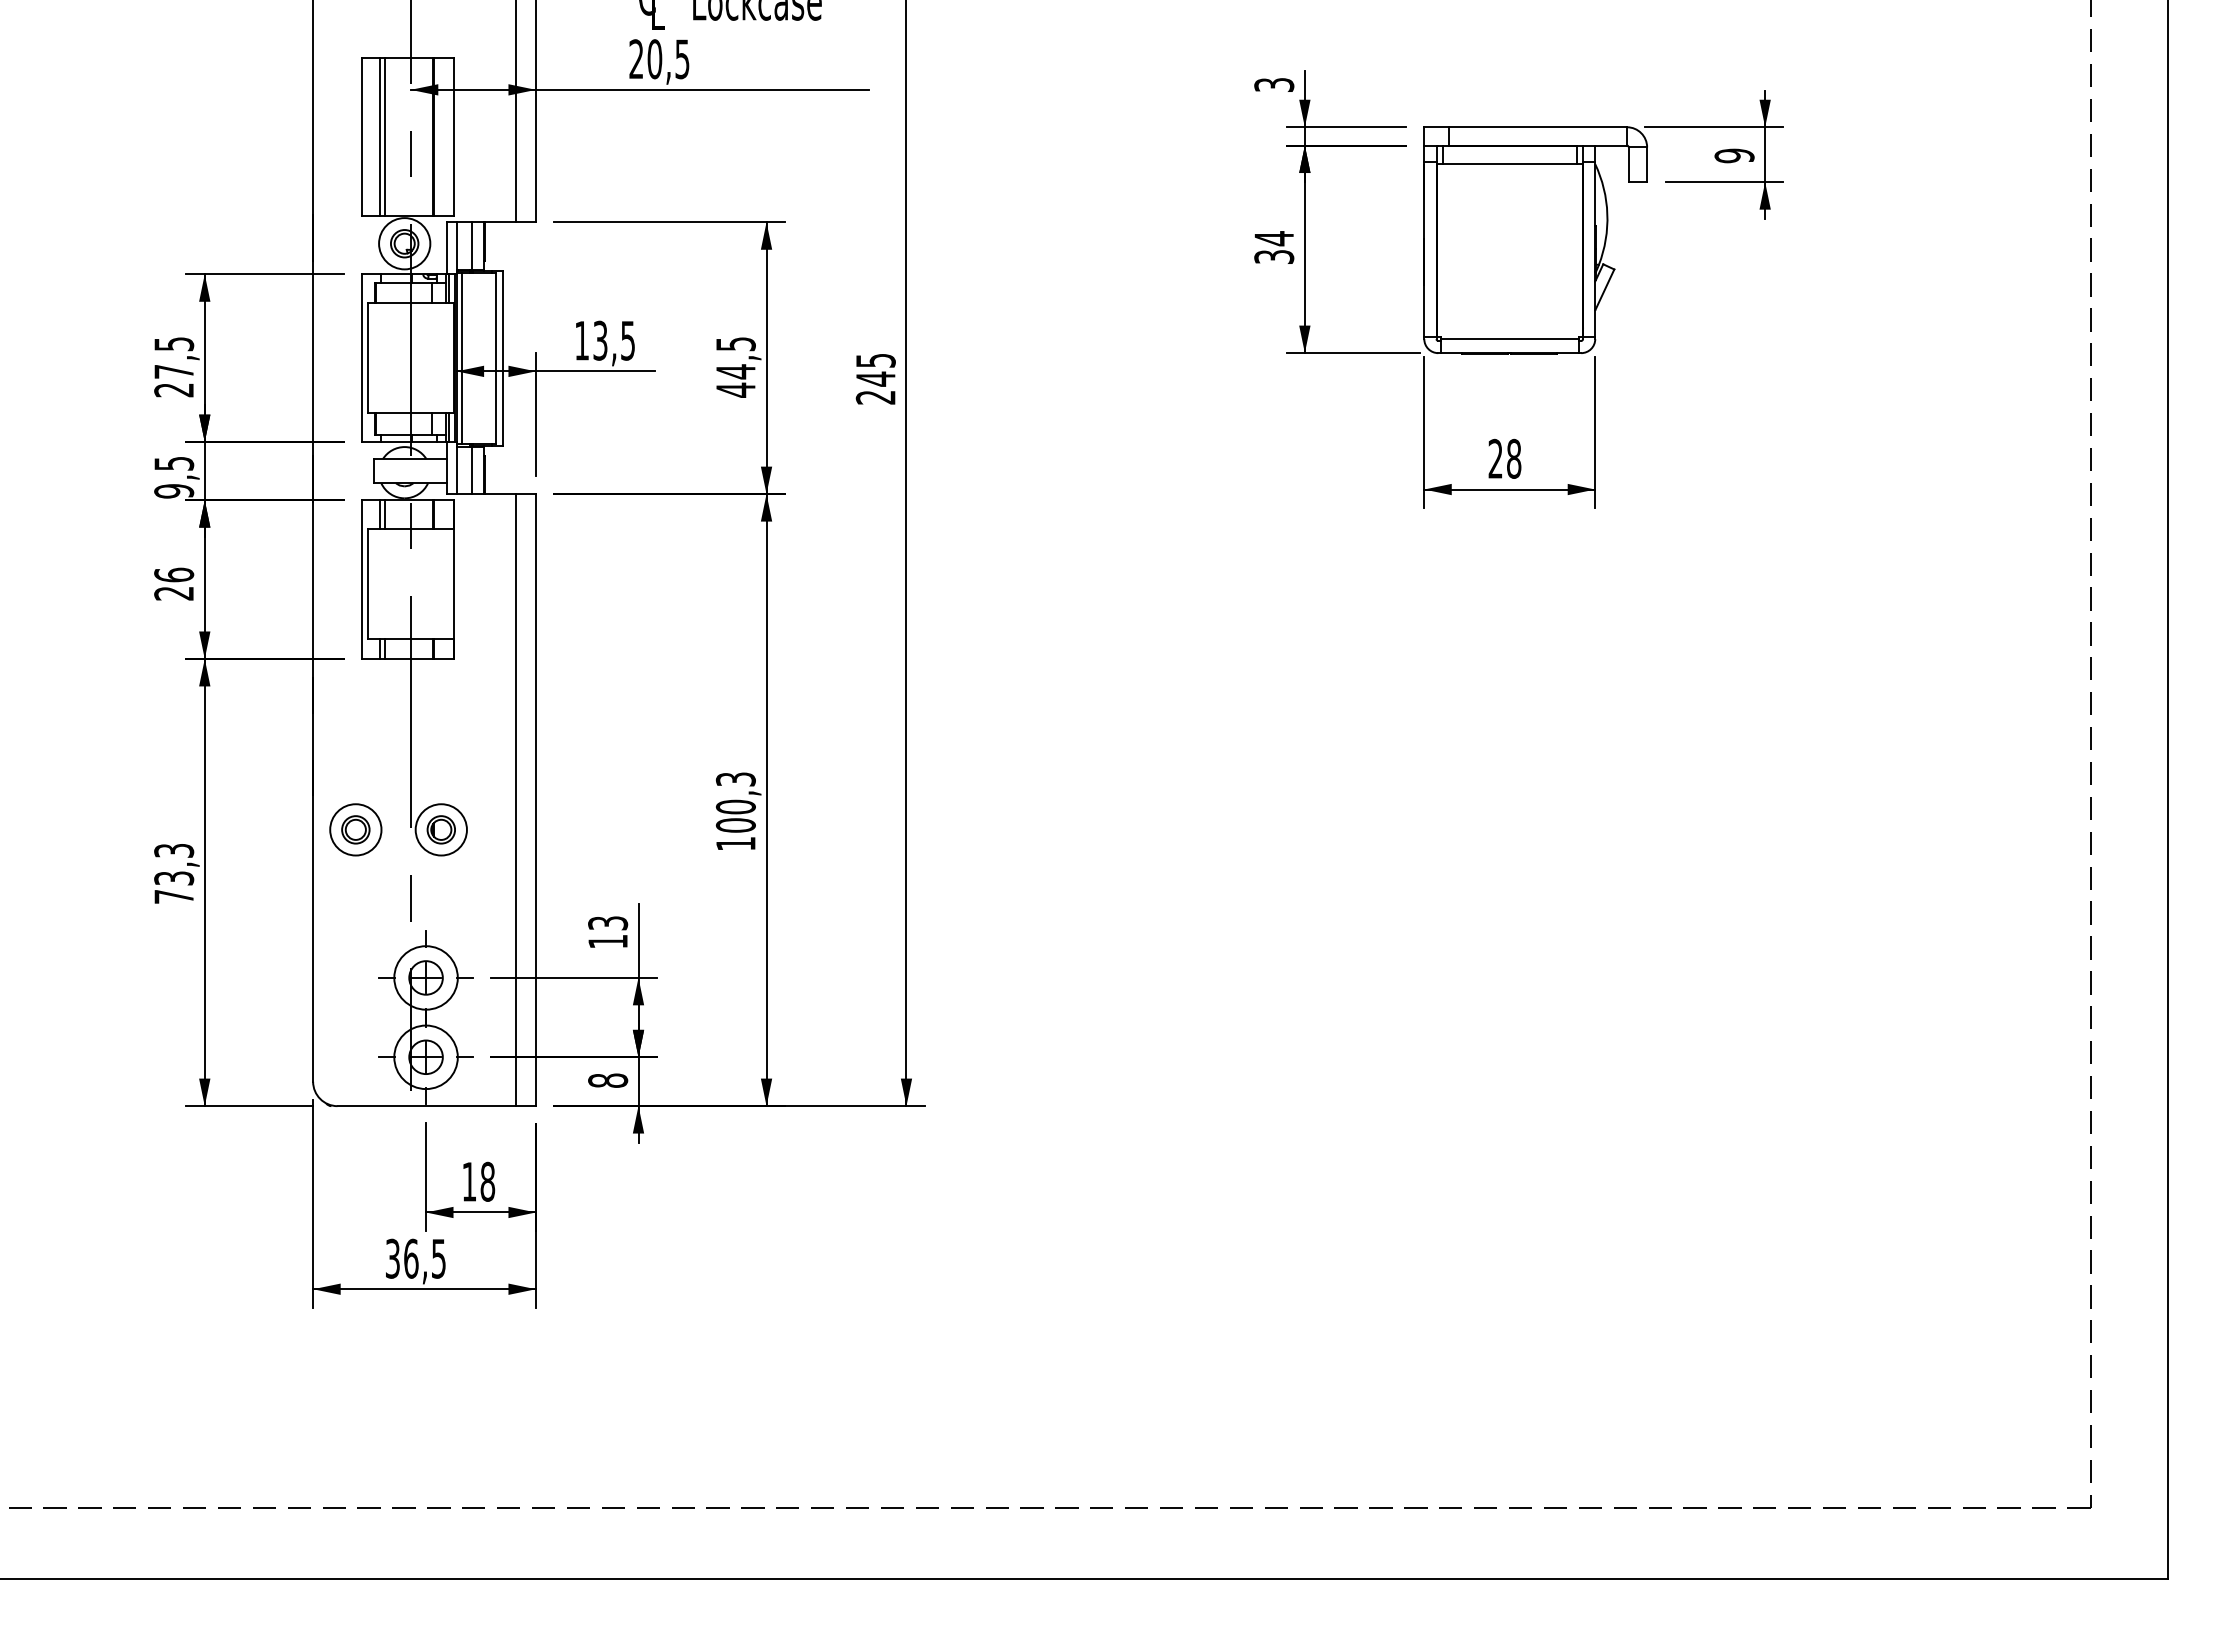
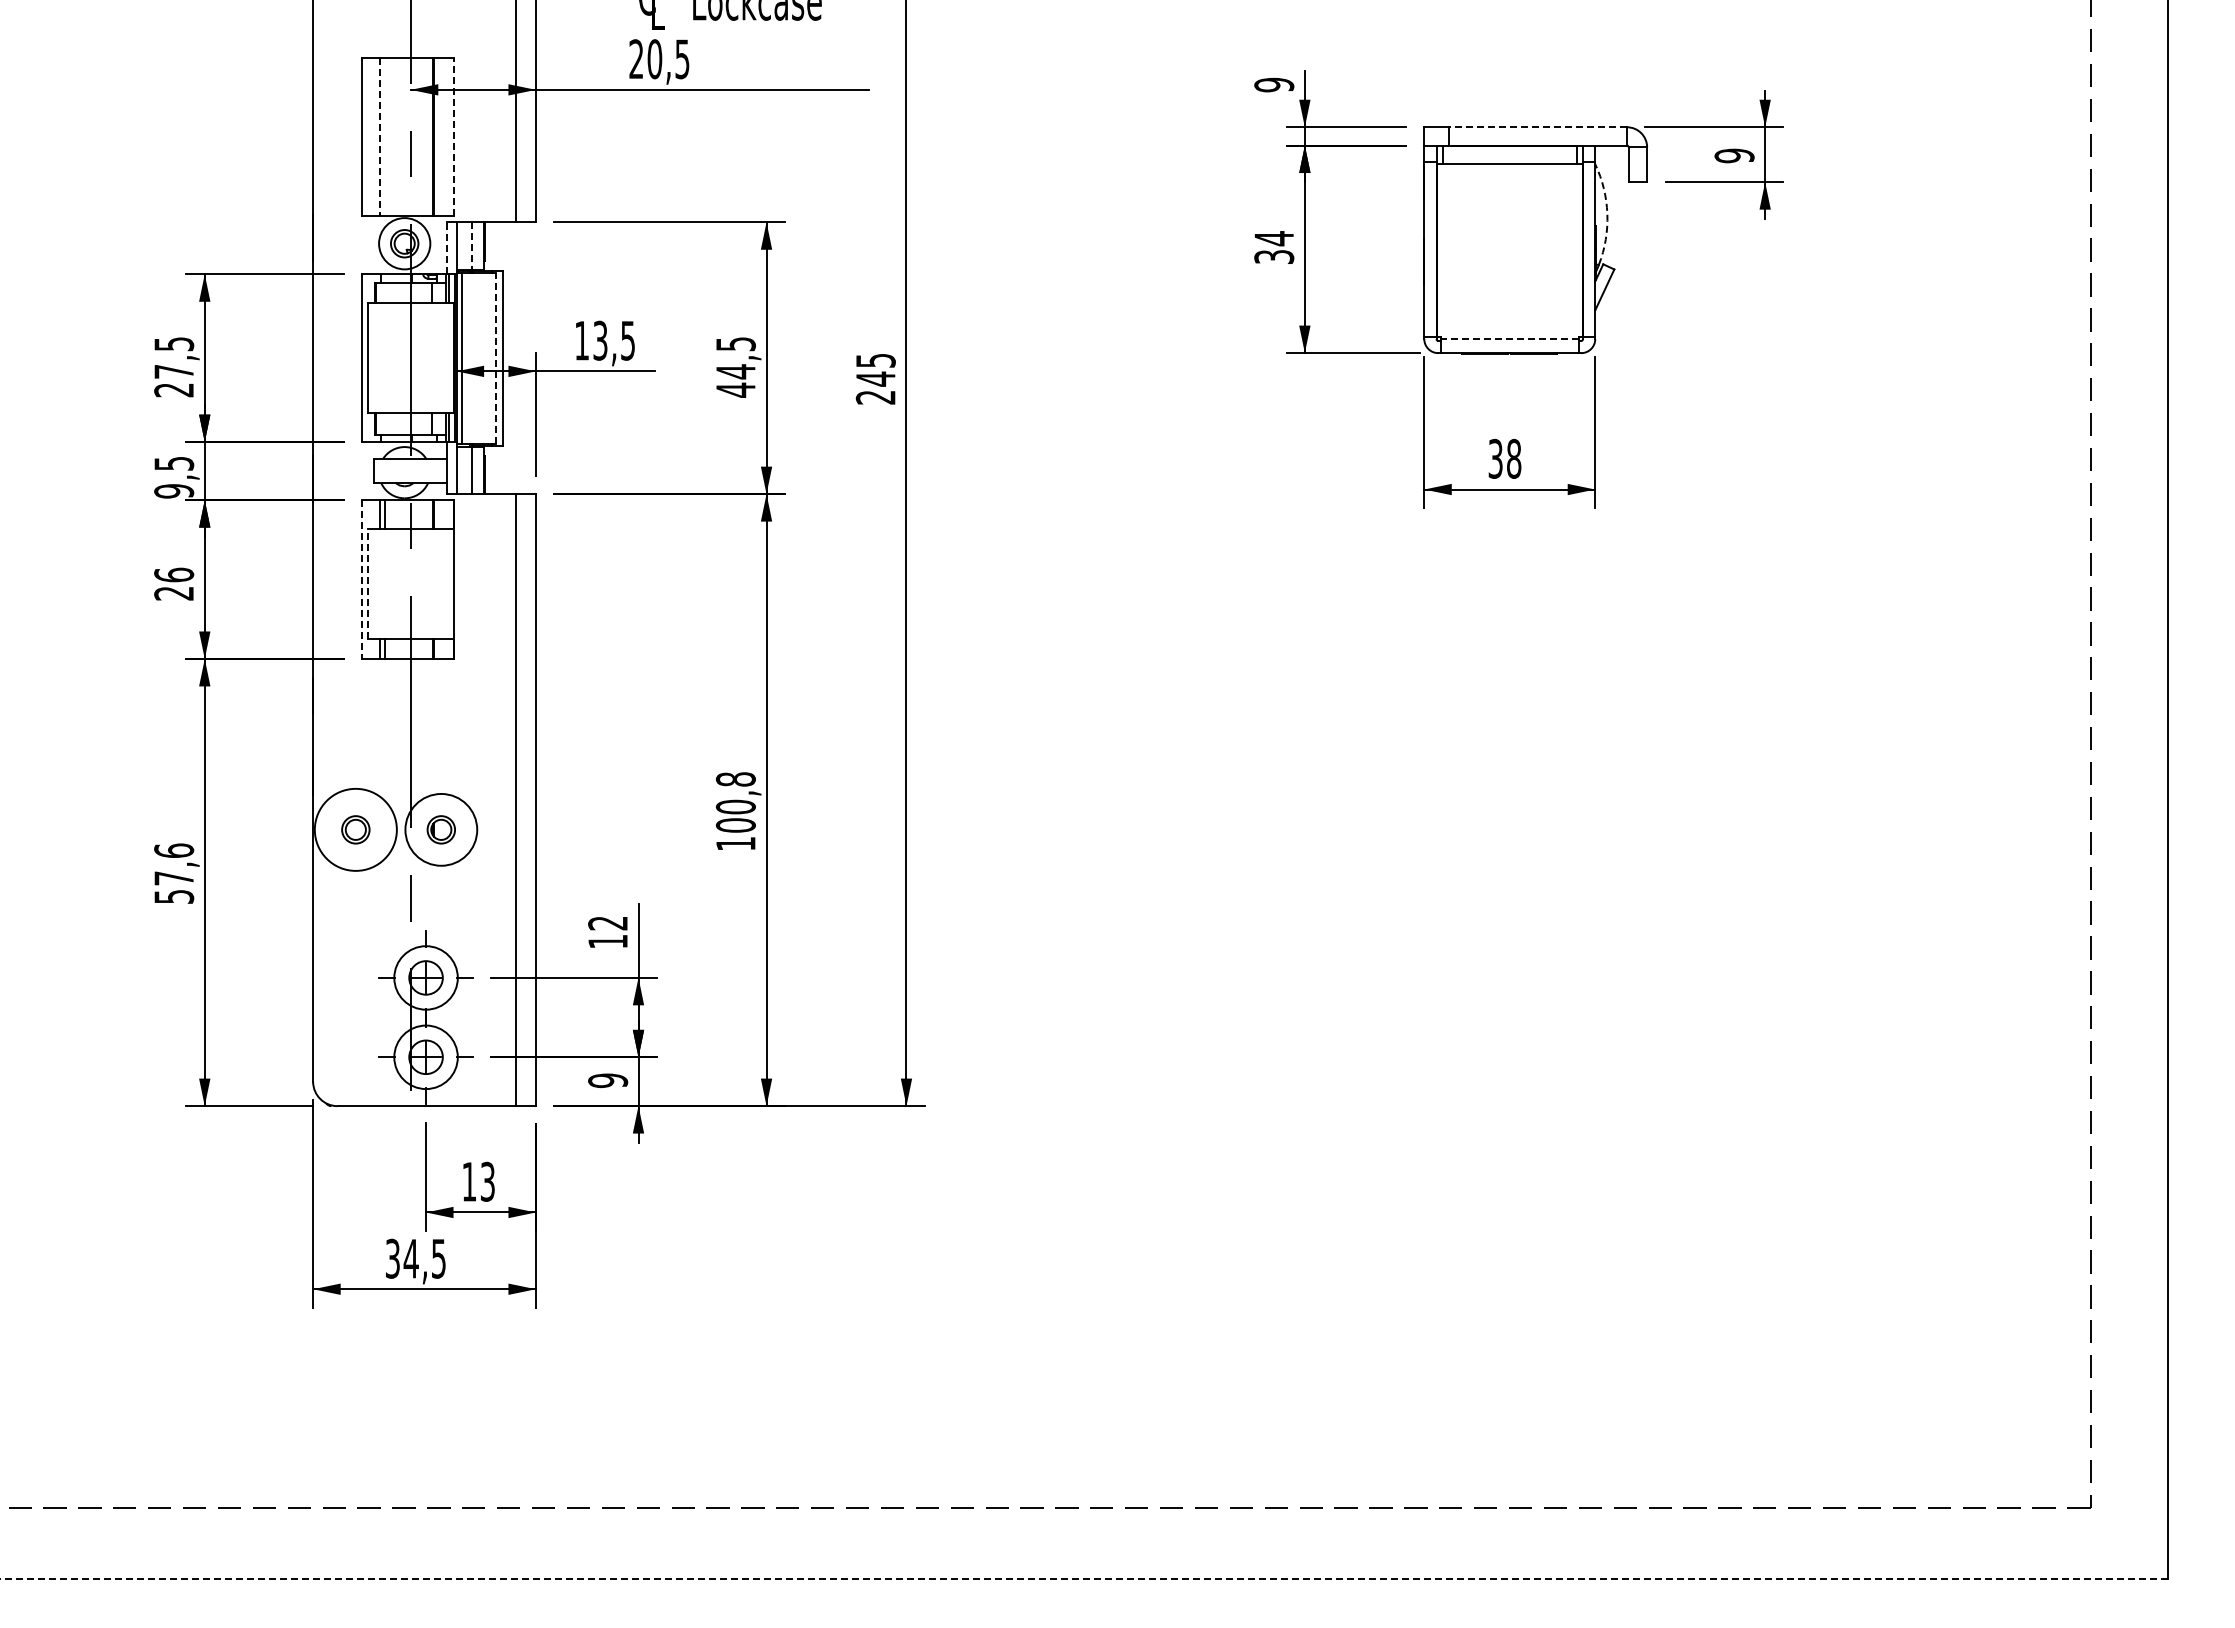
text at (1274, 84): 3 -> 9
line at (1537, 127): solid -> dashed
line at (385, 136): present -> none
line at (453, 136): solid -> dashed
line at (379, 137): solid -> dashed
arc at (1607, 214): solid -> dashed
line at (471, 246): solid -> dashed
line at (447, 248): solid -> dashed
line at (1509, 339): solid -> dashed
line at (496, 357): solid -> dashed
text at (1495, 458): 28 -> 38
line at (361, 580): solid -> dashed
line at (368, 584): solid -> dashed
text at (735, 779): 100,3 -> 100,8
circle at (355, 829) diameter: 51 px -> 82 px
circle at (440, 829) diameter: 51 px -> 72 px
text at (174, 873): 73,3 -> 57,6
text at (608, 923): 13 -> 12
text at (608, 1080): 8 -> 9
text at (487, 1181): 18 -> 13
text at (410, 1258): 36,5 -> 34,5
line at (1084, 1579): solid -> dashed
